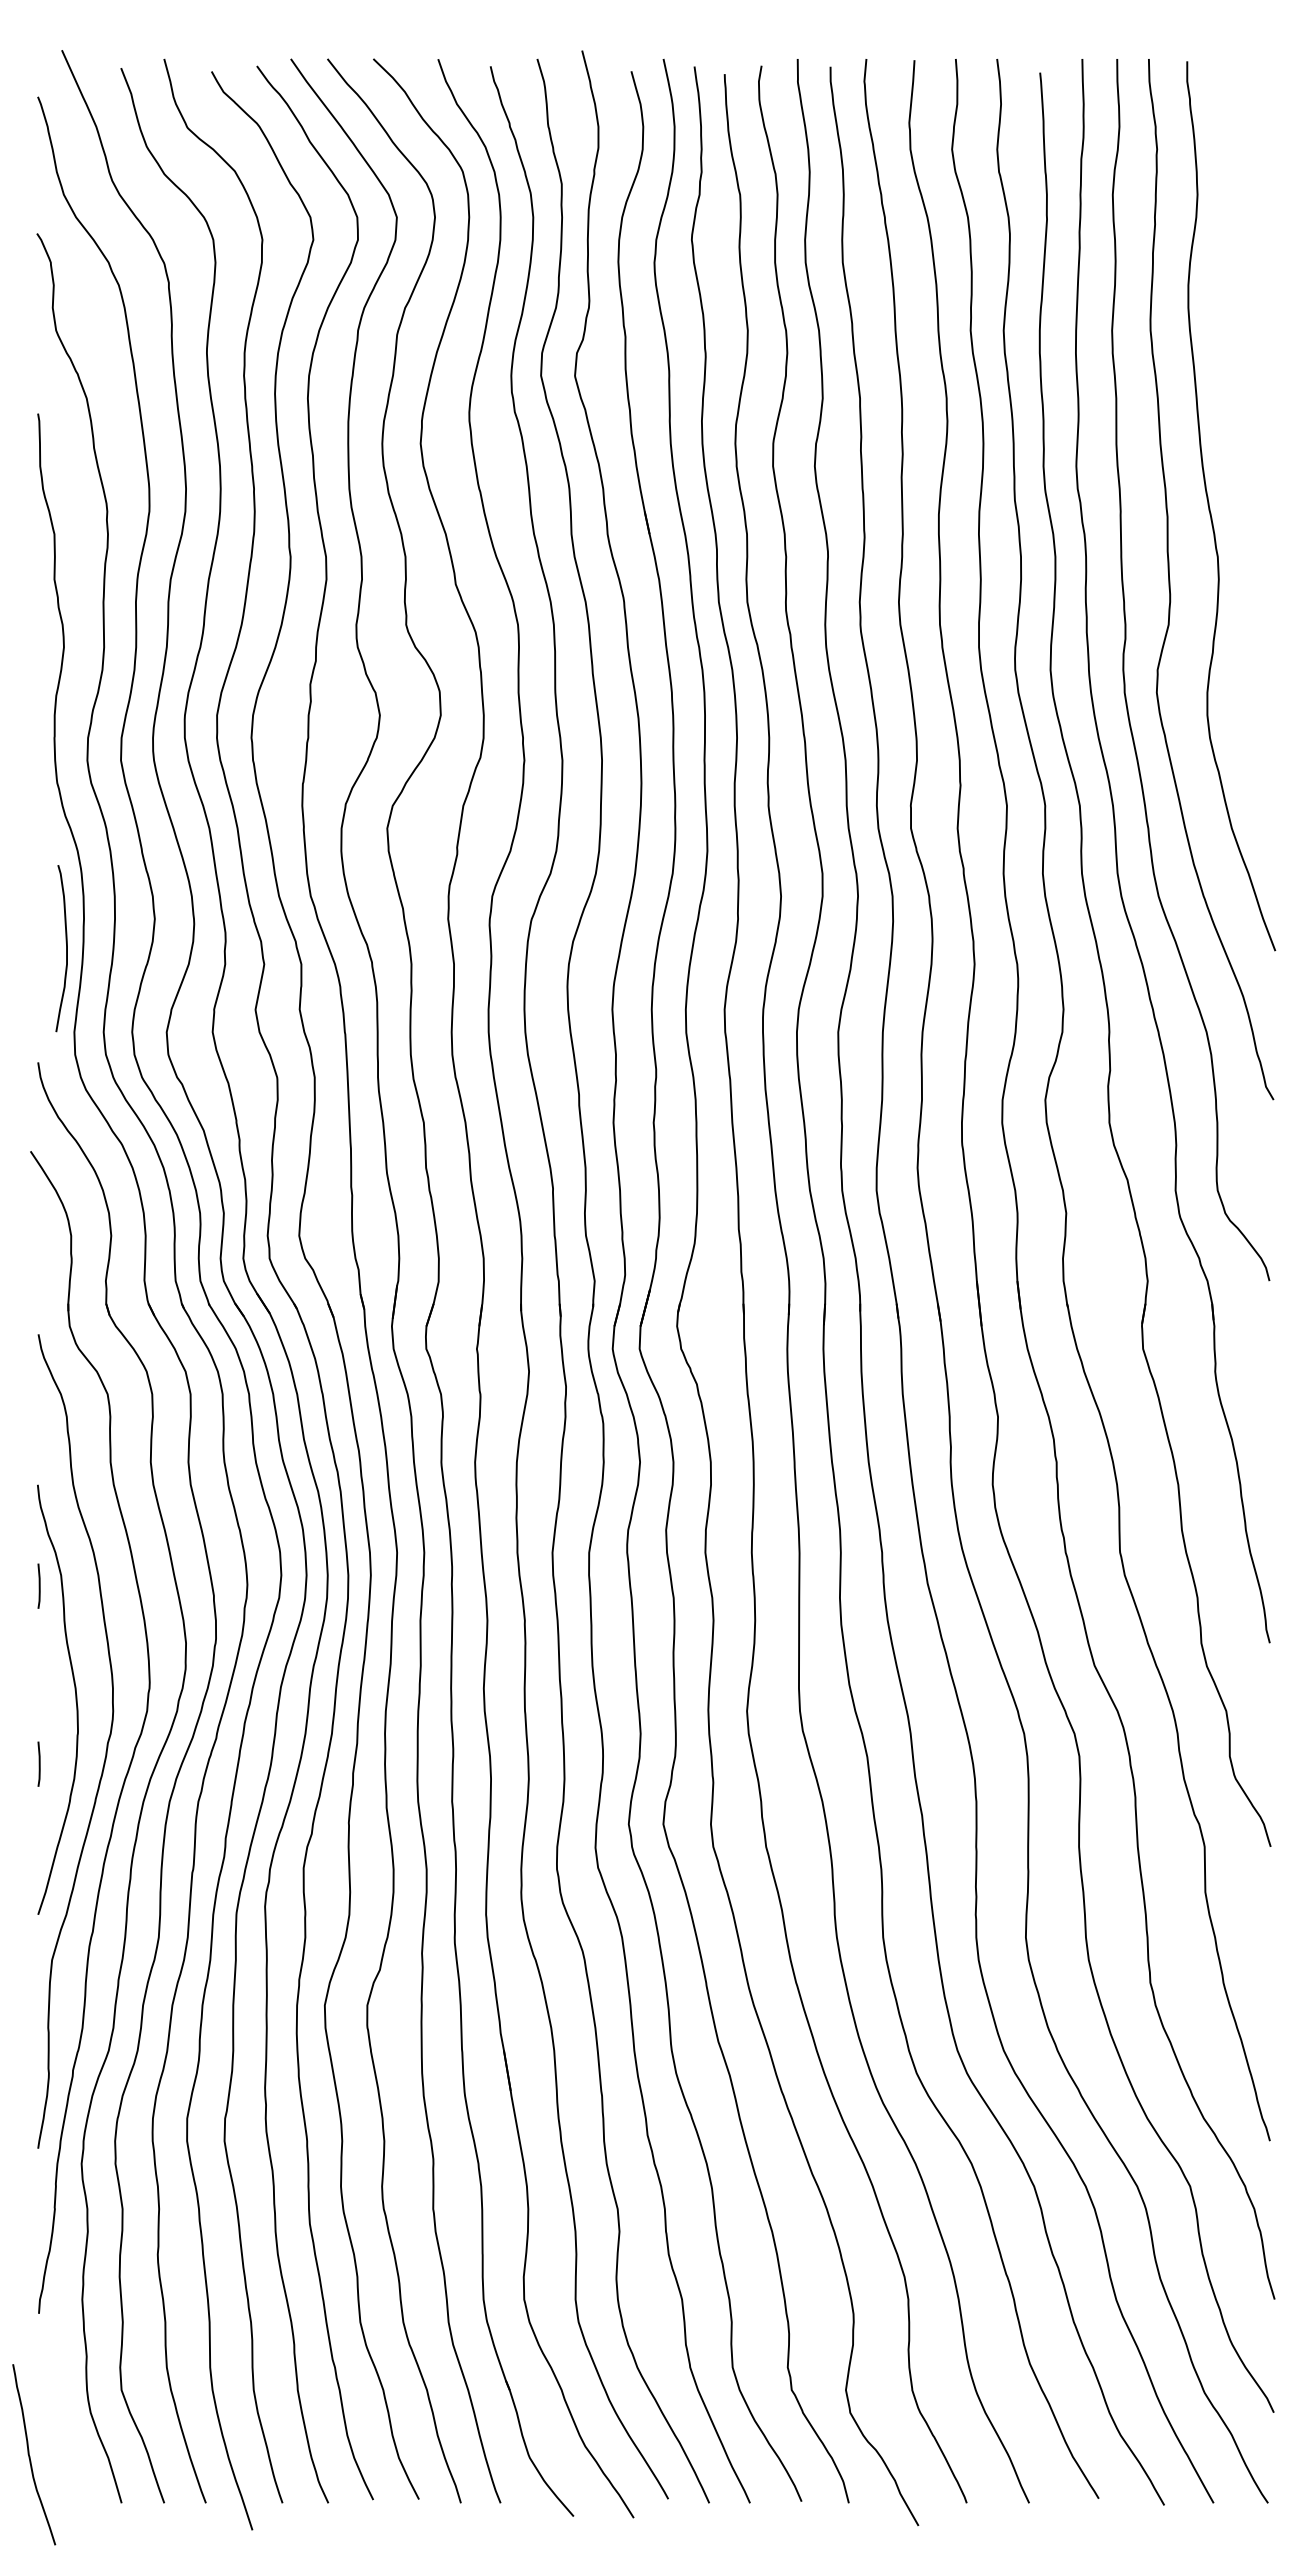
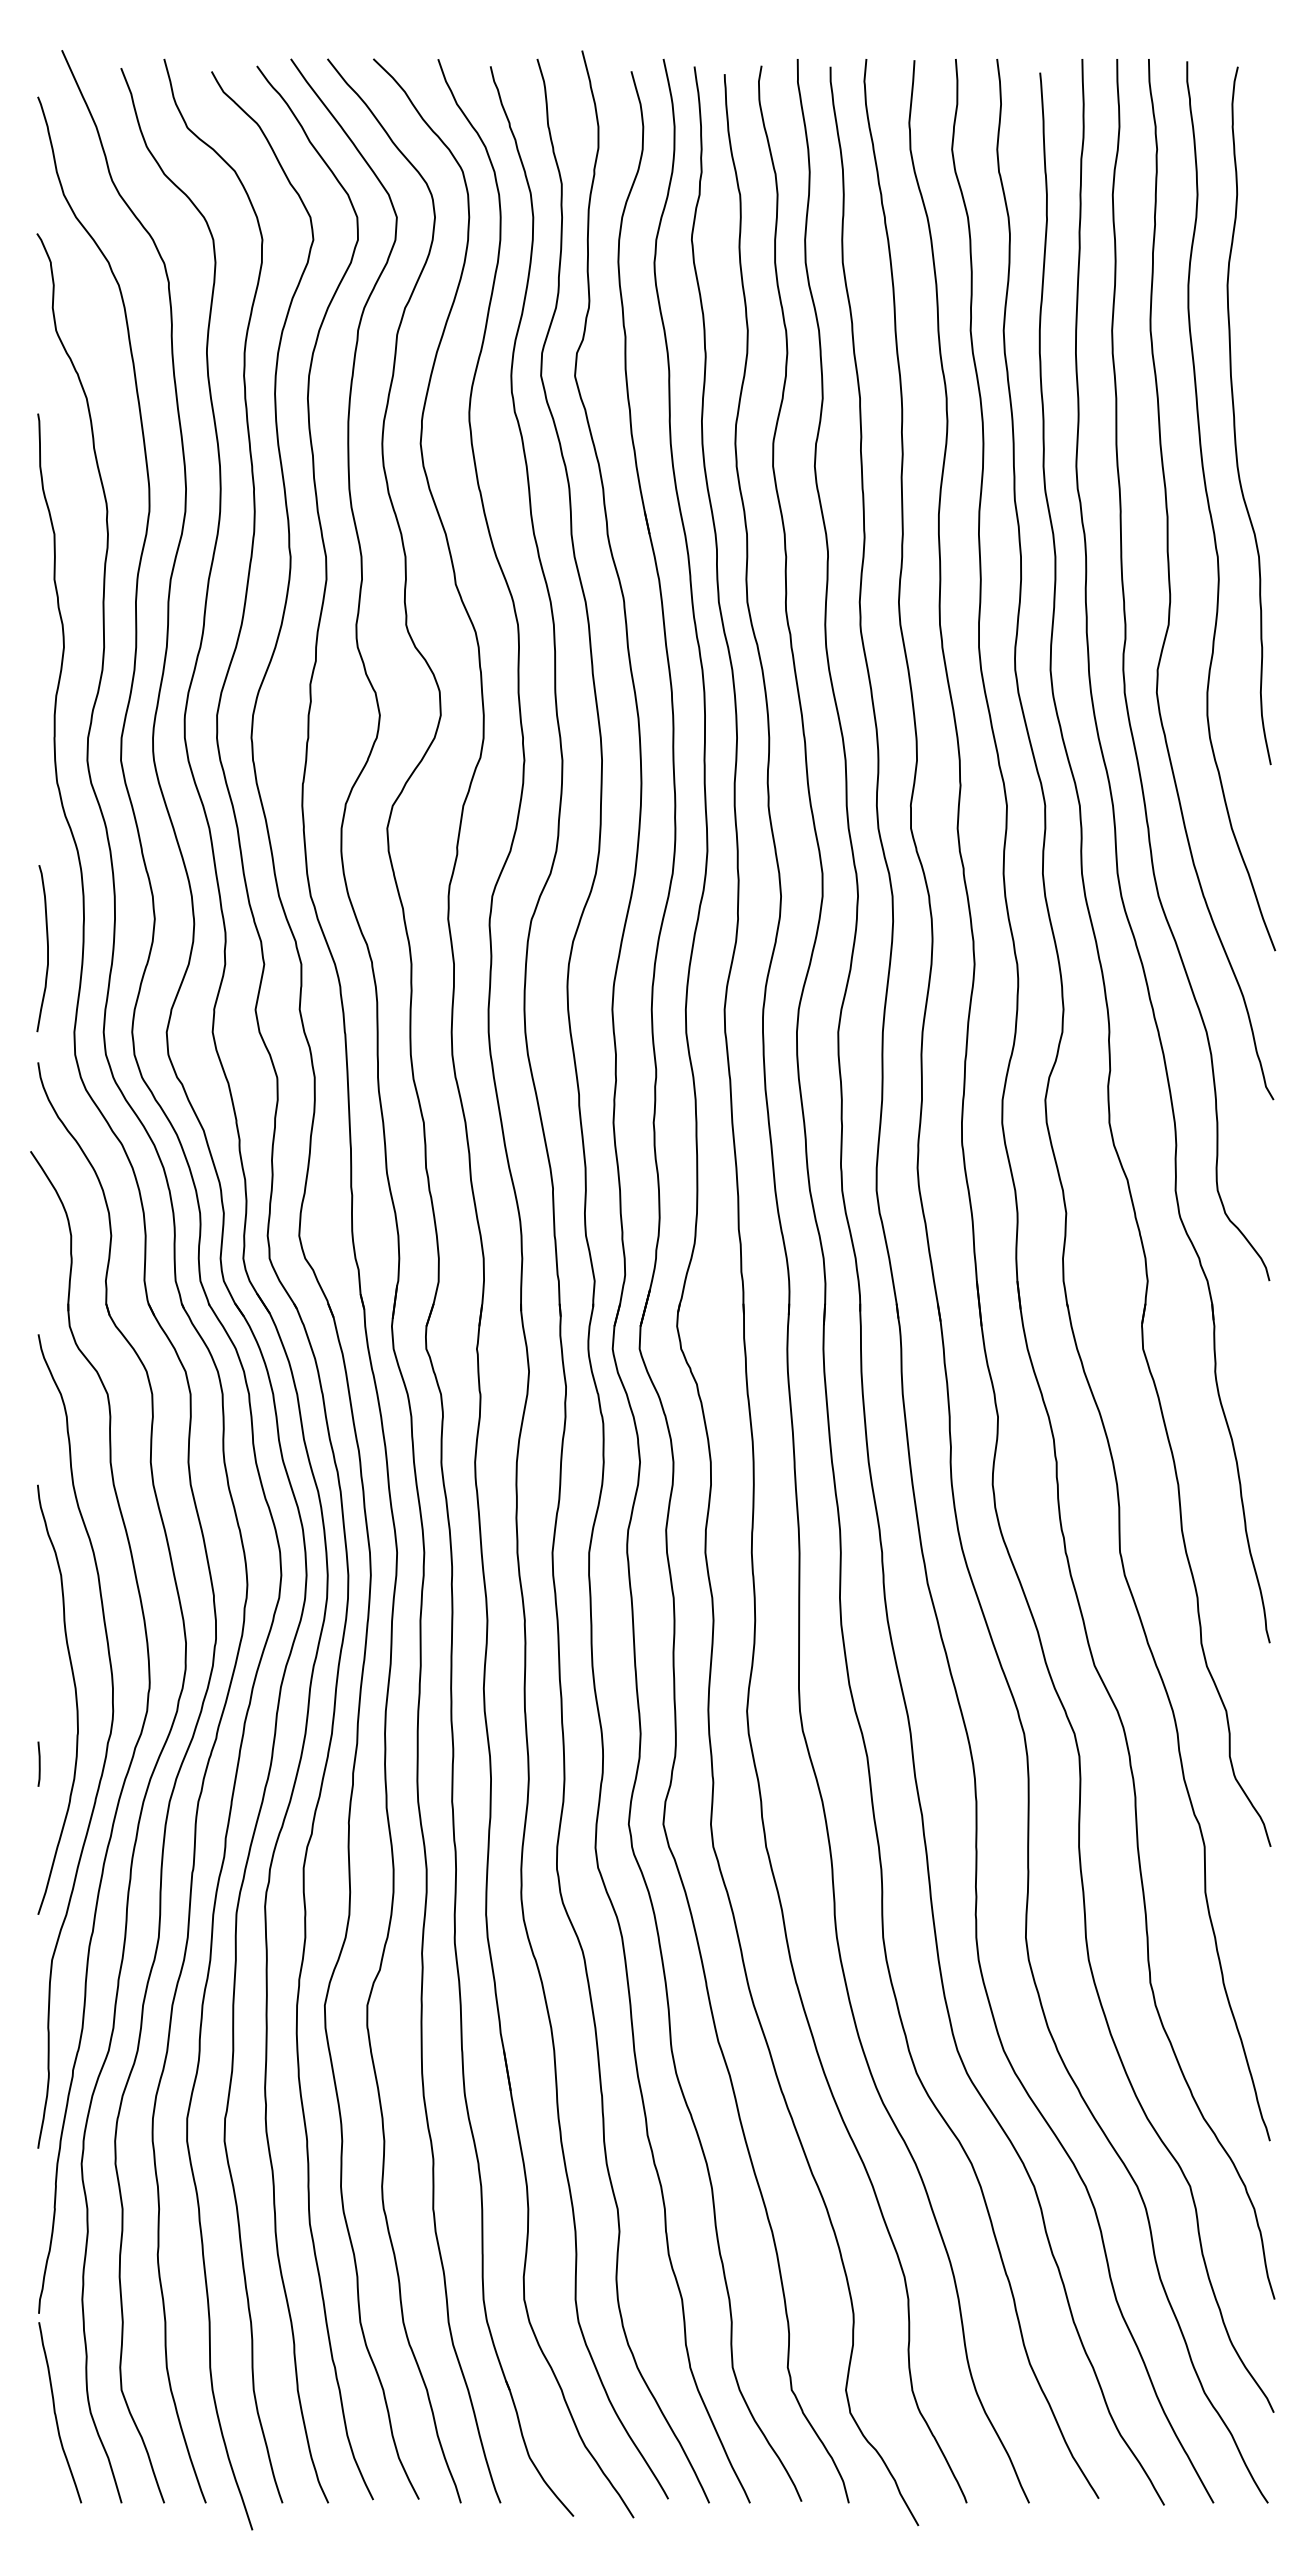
curve at (1235, 418): none -> present
curve at (66, 948) position: (66, 948) -> (47, 948)
line at (38, 1585): present -> none
curve at (30, 2456) position: (30, 2456) -> (56, 2414)
